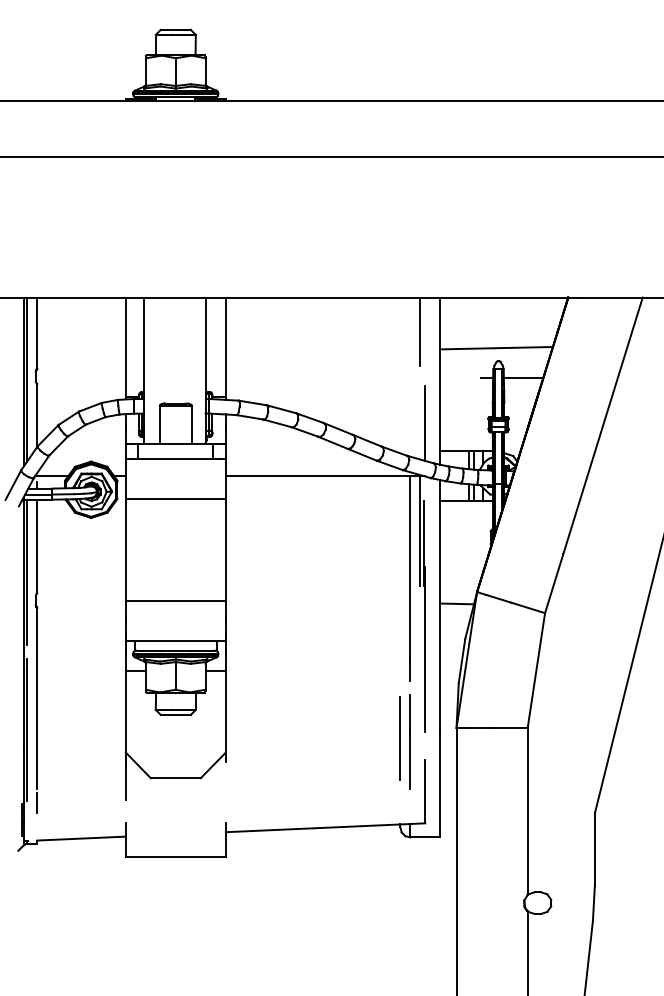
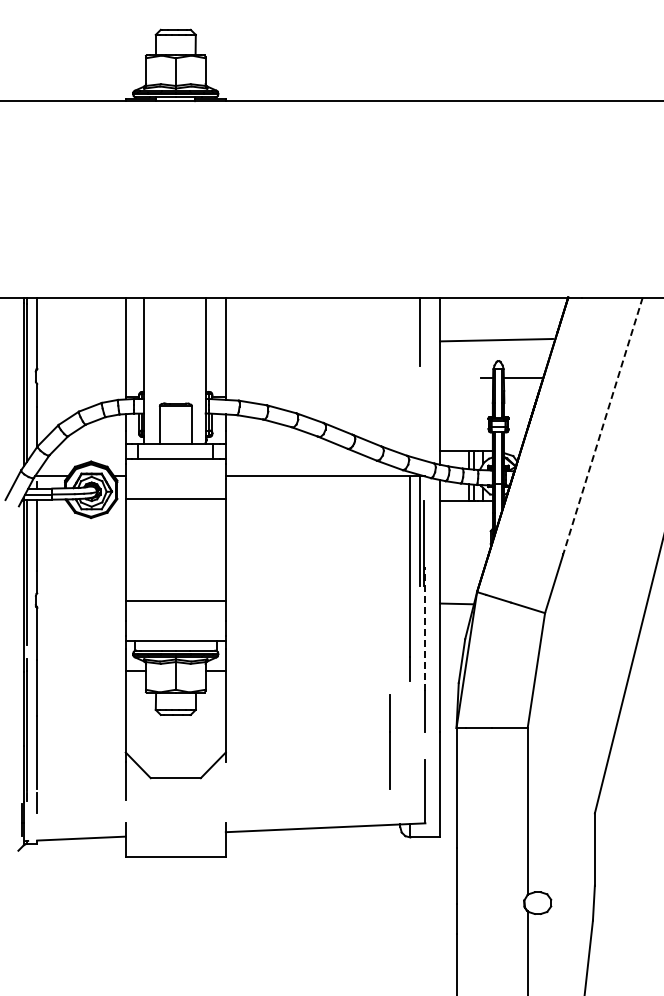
line at (331, 156): present -> none
line at (496, 348) position: (496, 348) -> (496, 340)
line at (425, 423): present -> none
line at (602, 426): solid -> dashed
line at (425, 628): solid -> dashed
line at (400, 738): present -> none
line at (409, 741) position: (409, 741) -> (389, 741)
